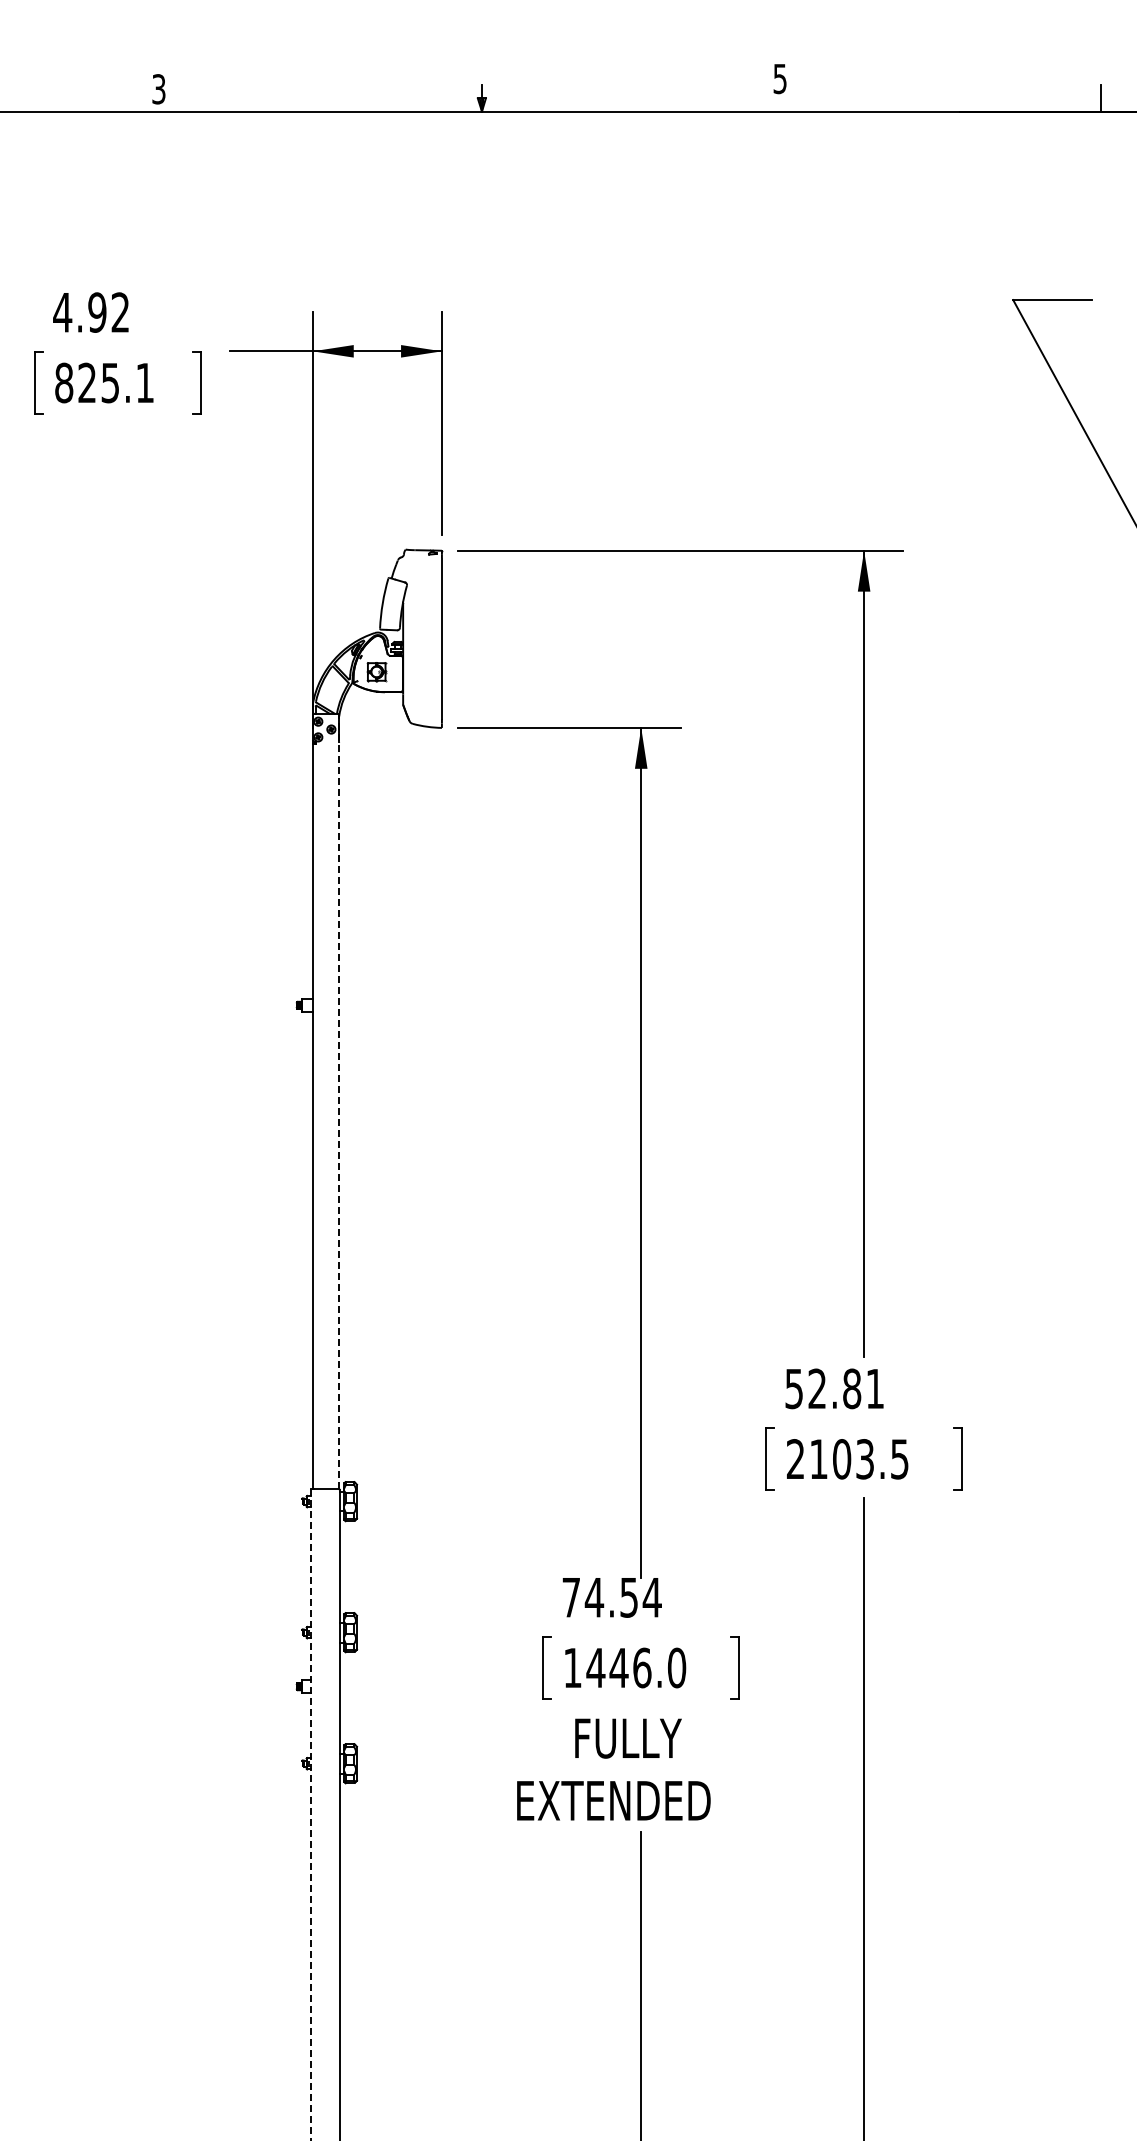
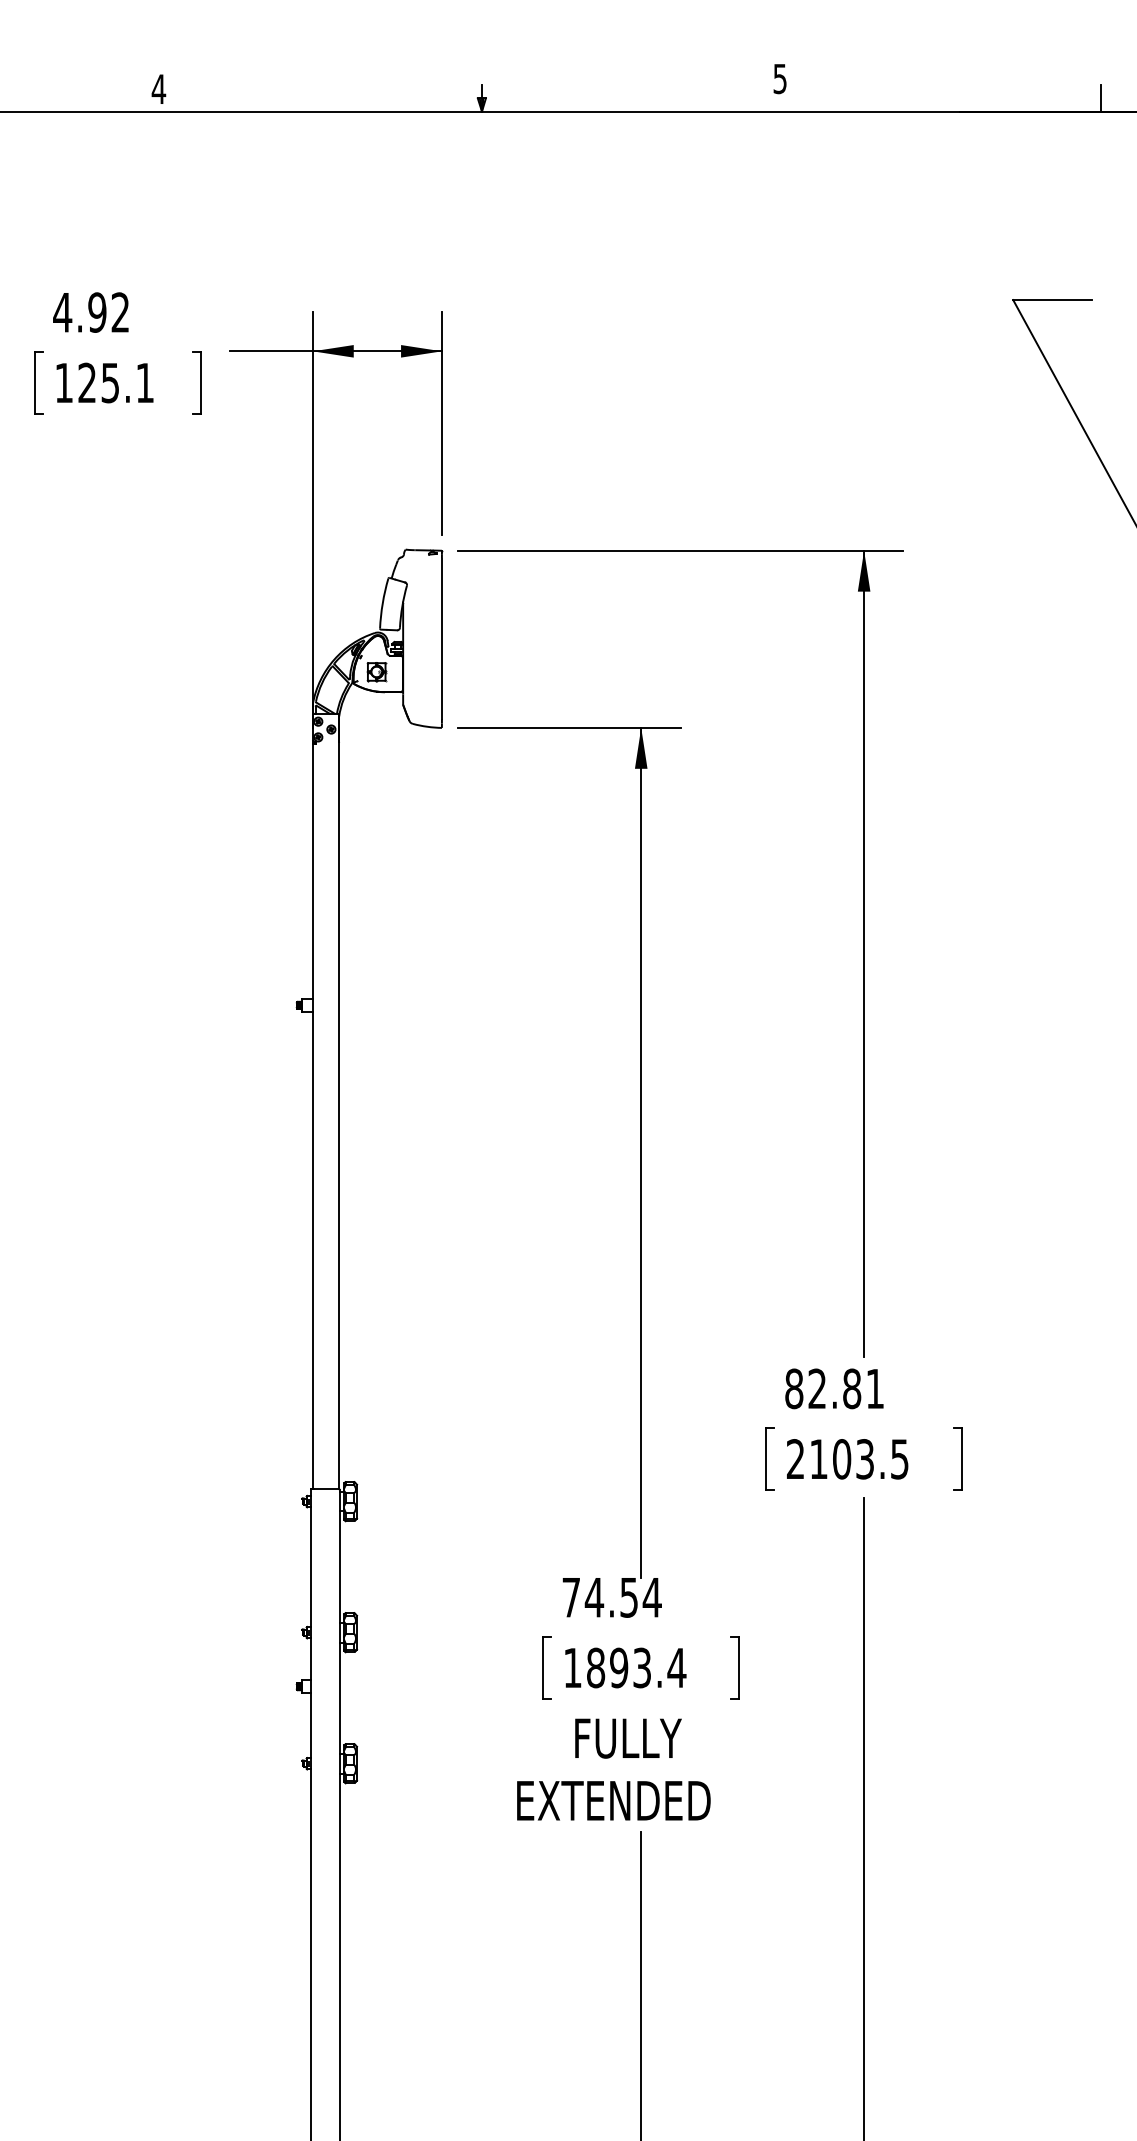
text at (158, 89): 3 -> 4
text at (64, 382): 825.1 -> 125.1
line at (339, 1102): dashed -> solid
text at (794, 1388): 52.81 -> 82.81
text at (636, 1667): 1446.0 -> 1893.4
line at (310, 1814): dashed -> solid
